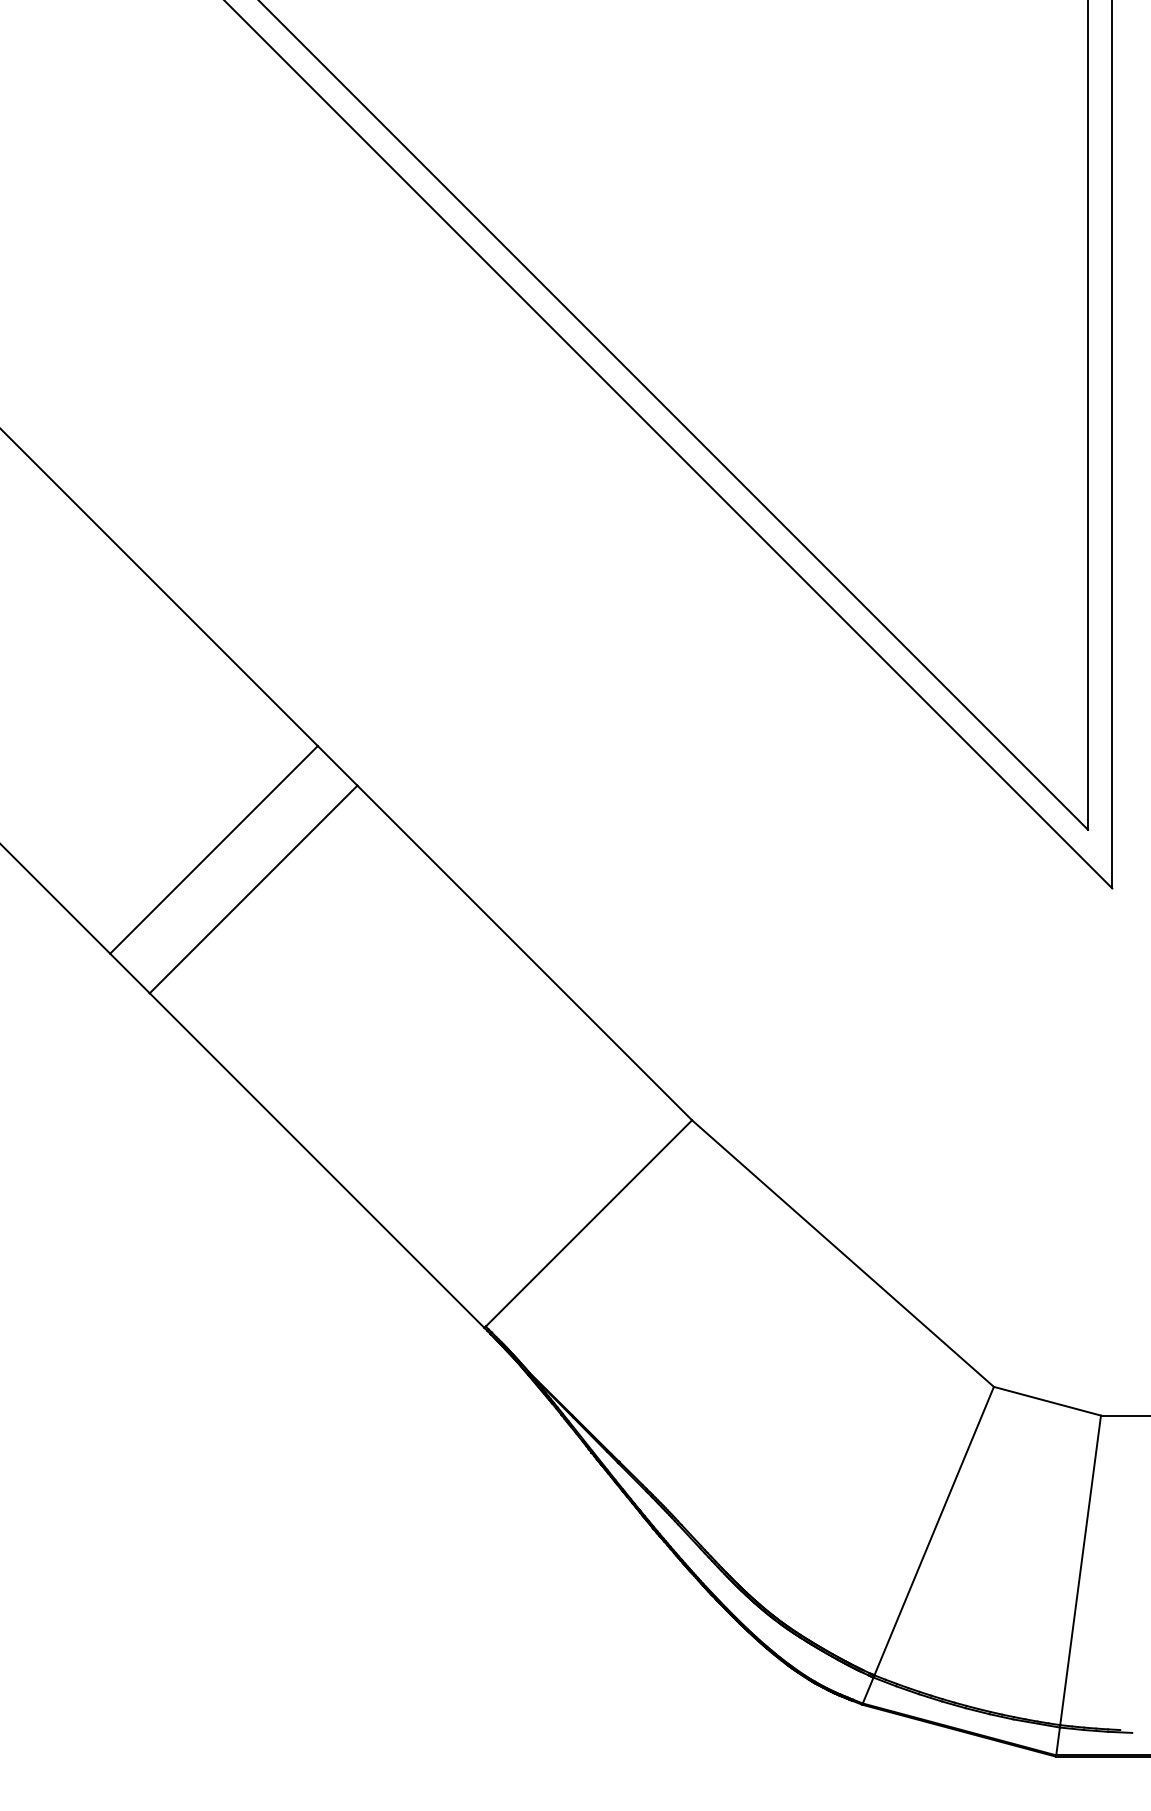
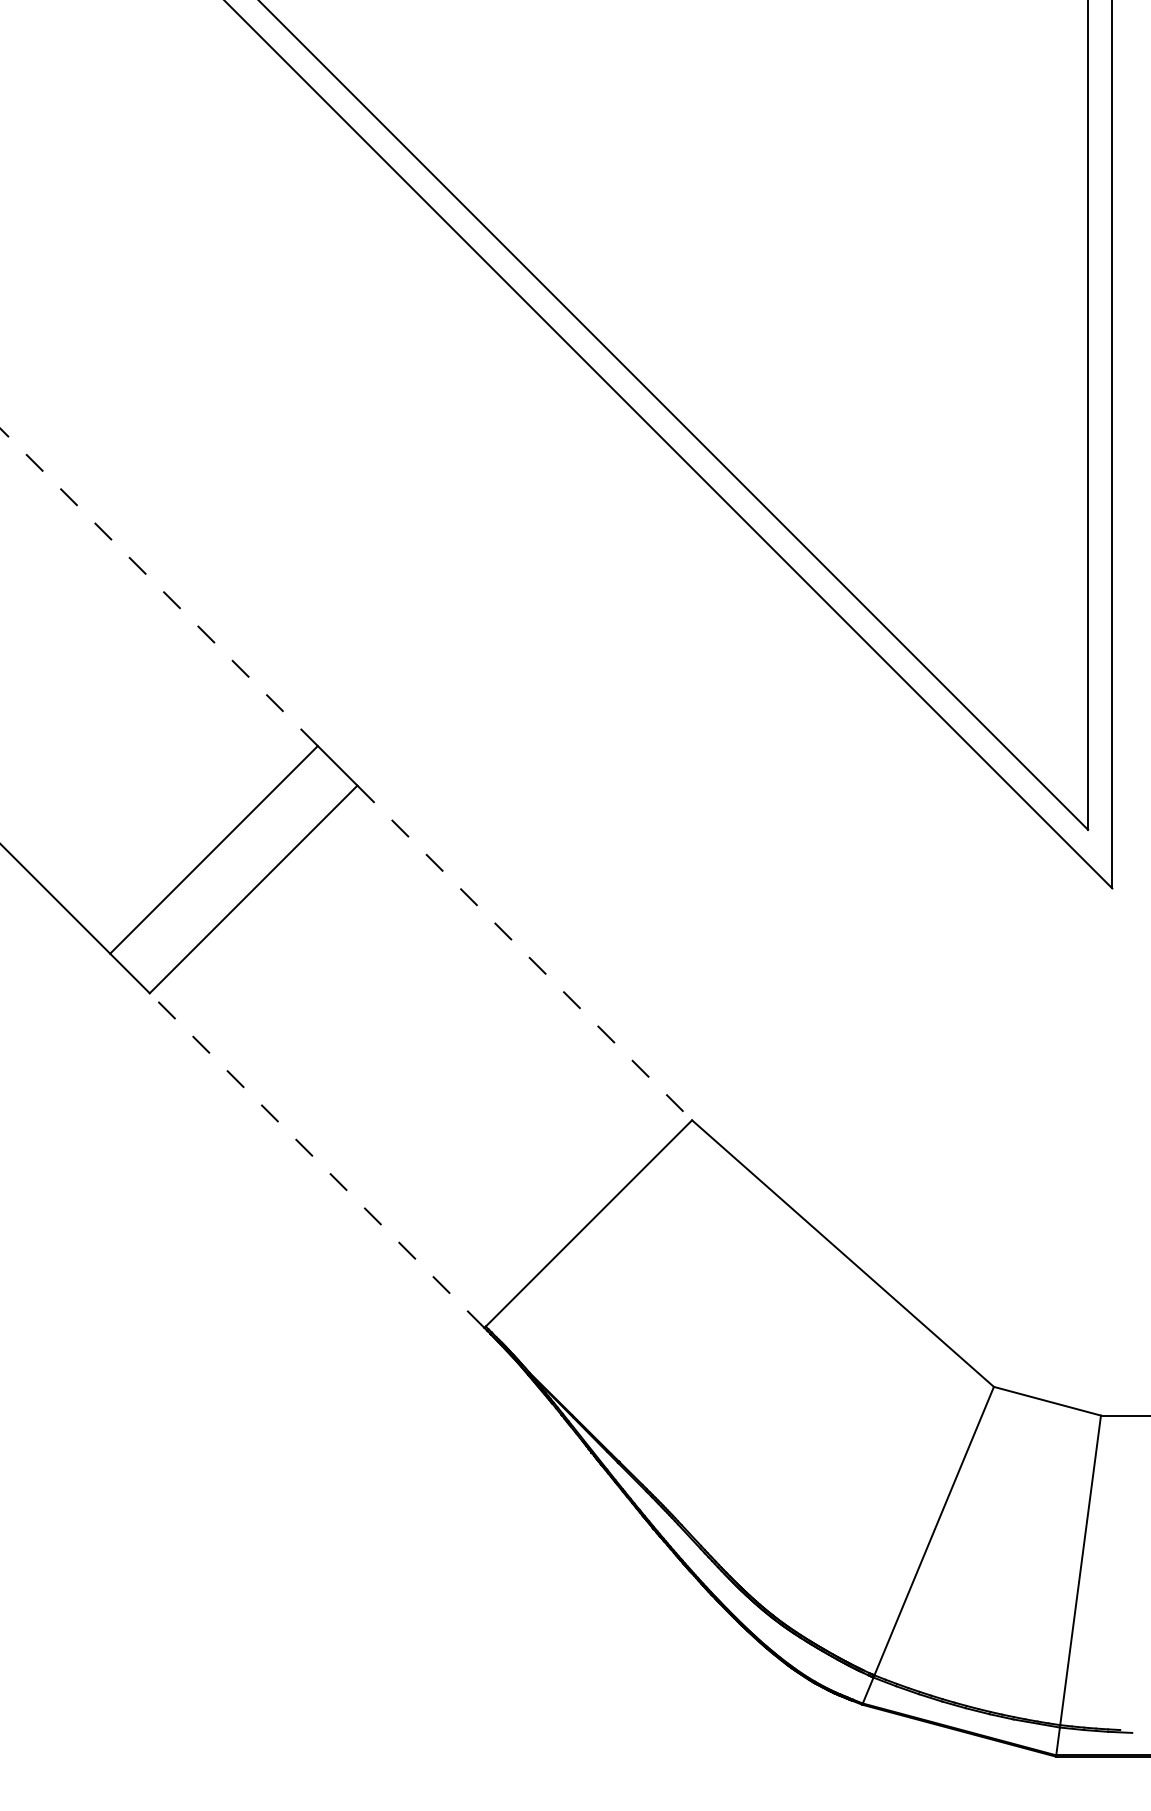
line at (159, 587): solid -> dashed
line at (524, 952): solid -> dashed
line at (317, 1160): solid -> dashed
